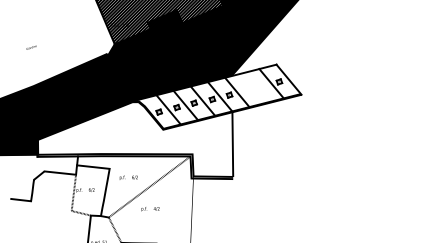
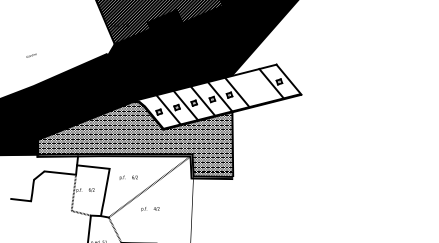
text at (31, 47) position: (31, 47) -> (31, 55)
hatch at (135, 139): none -> present
